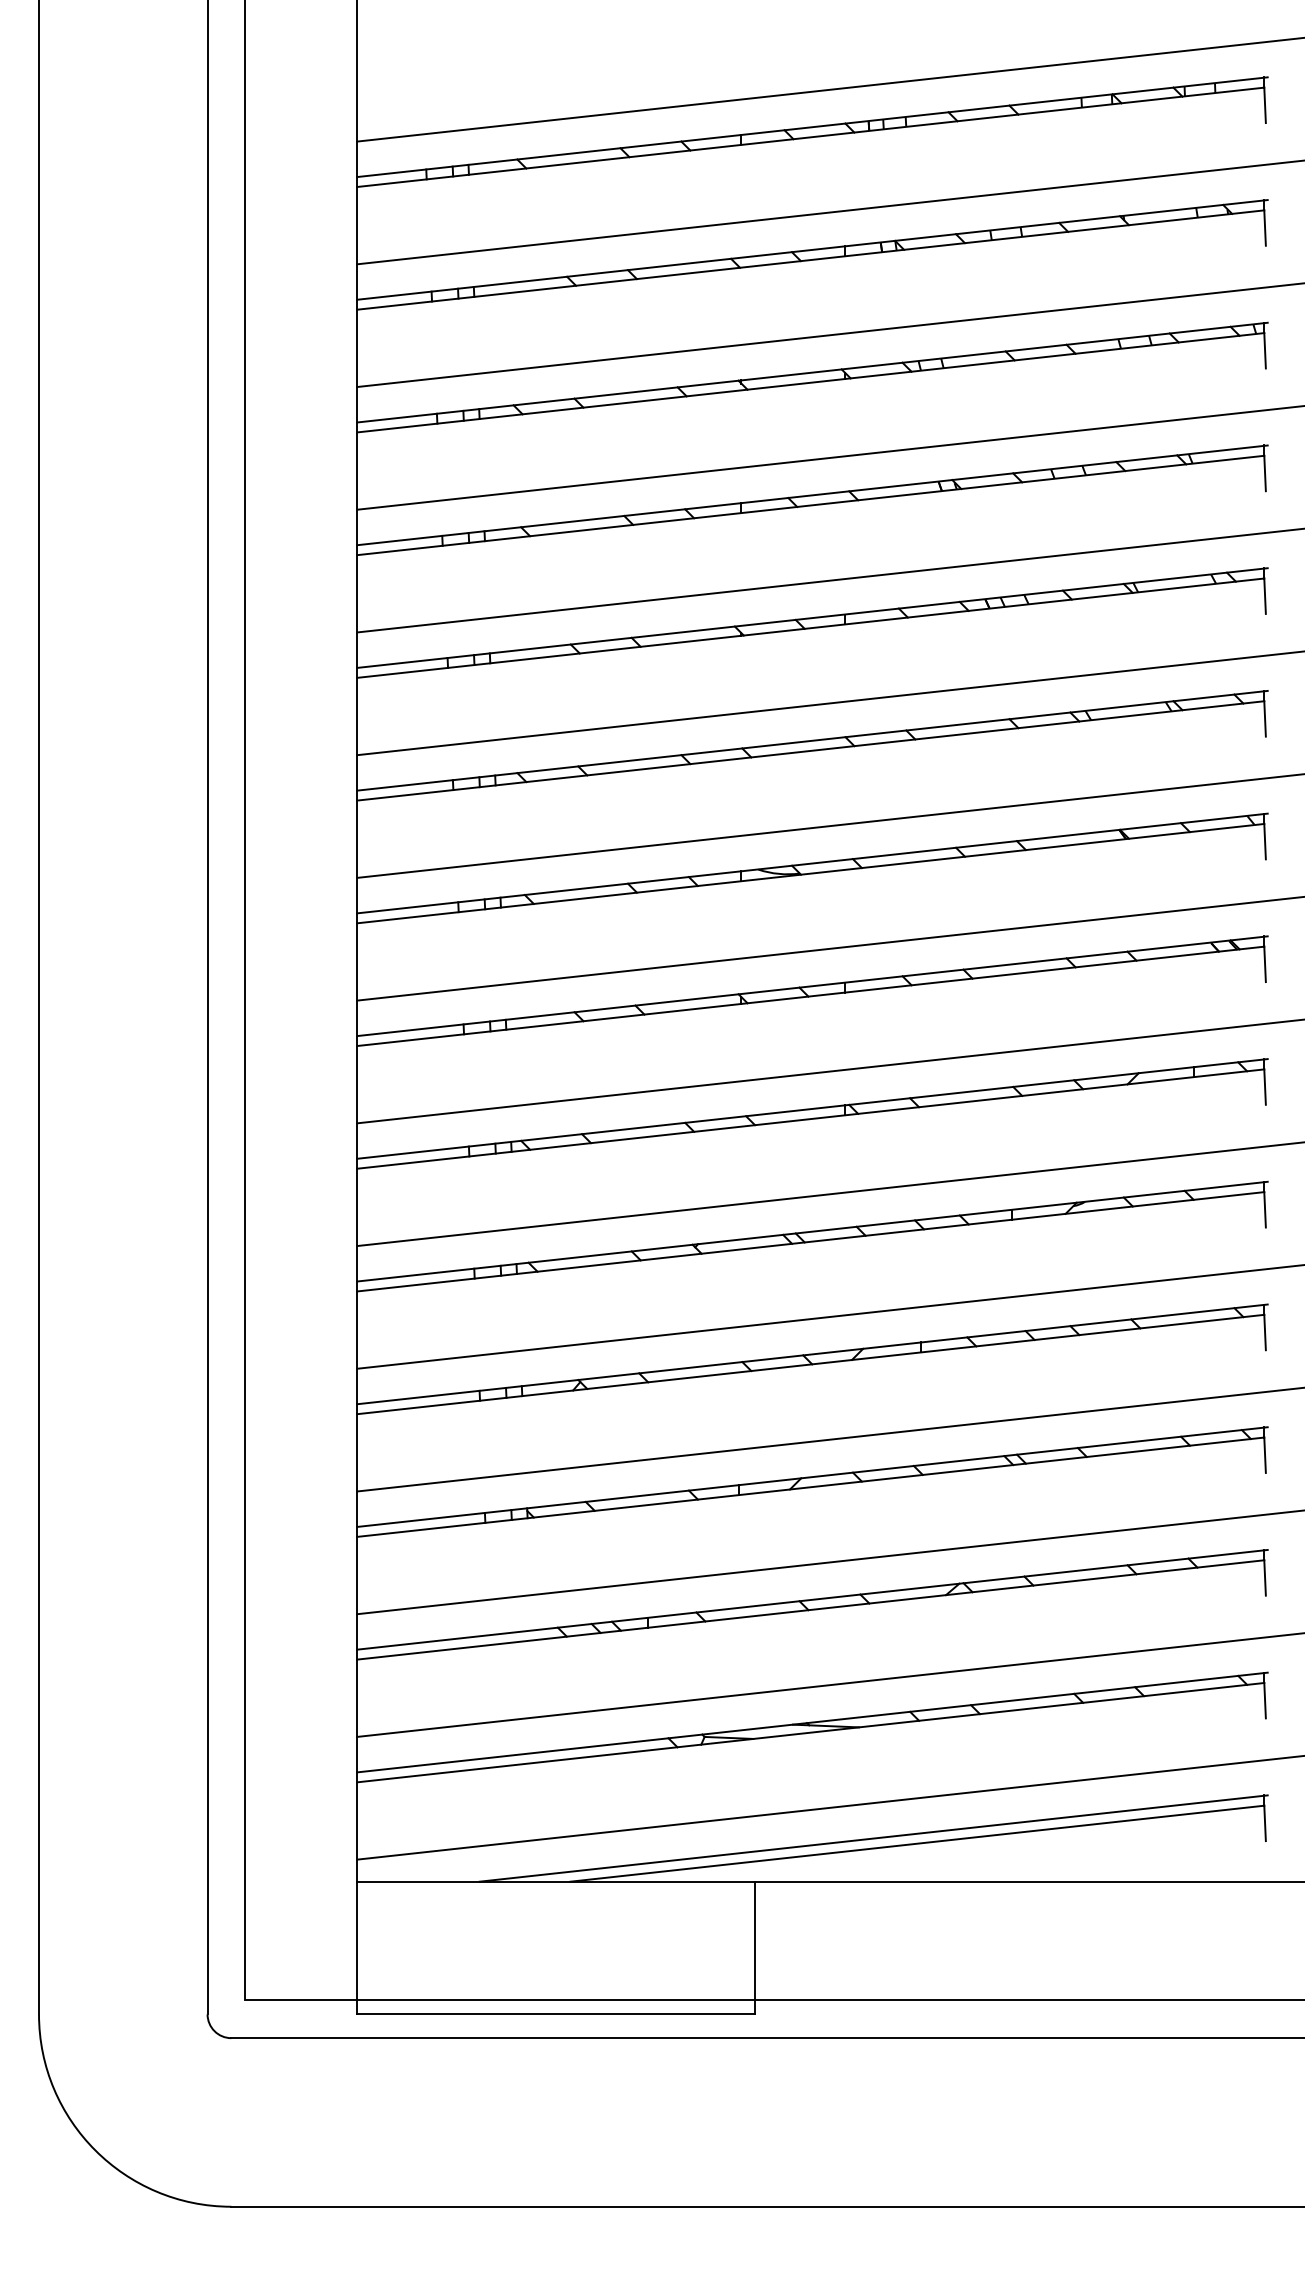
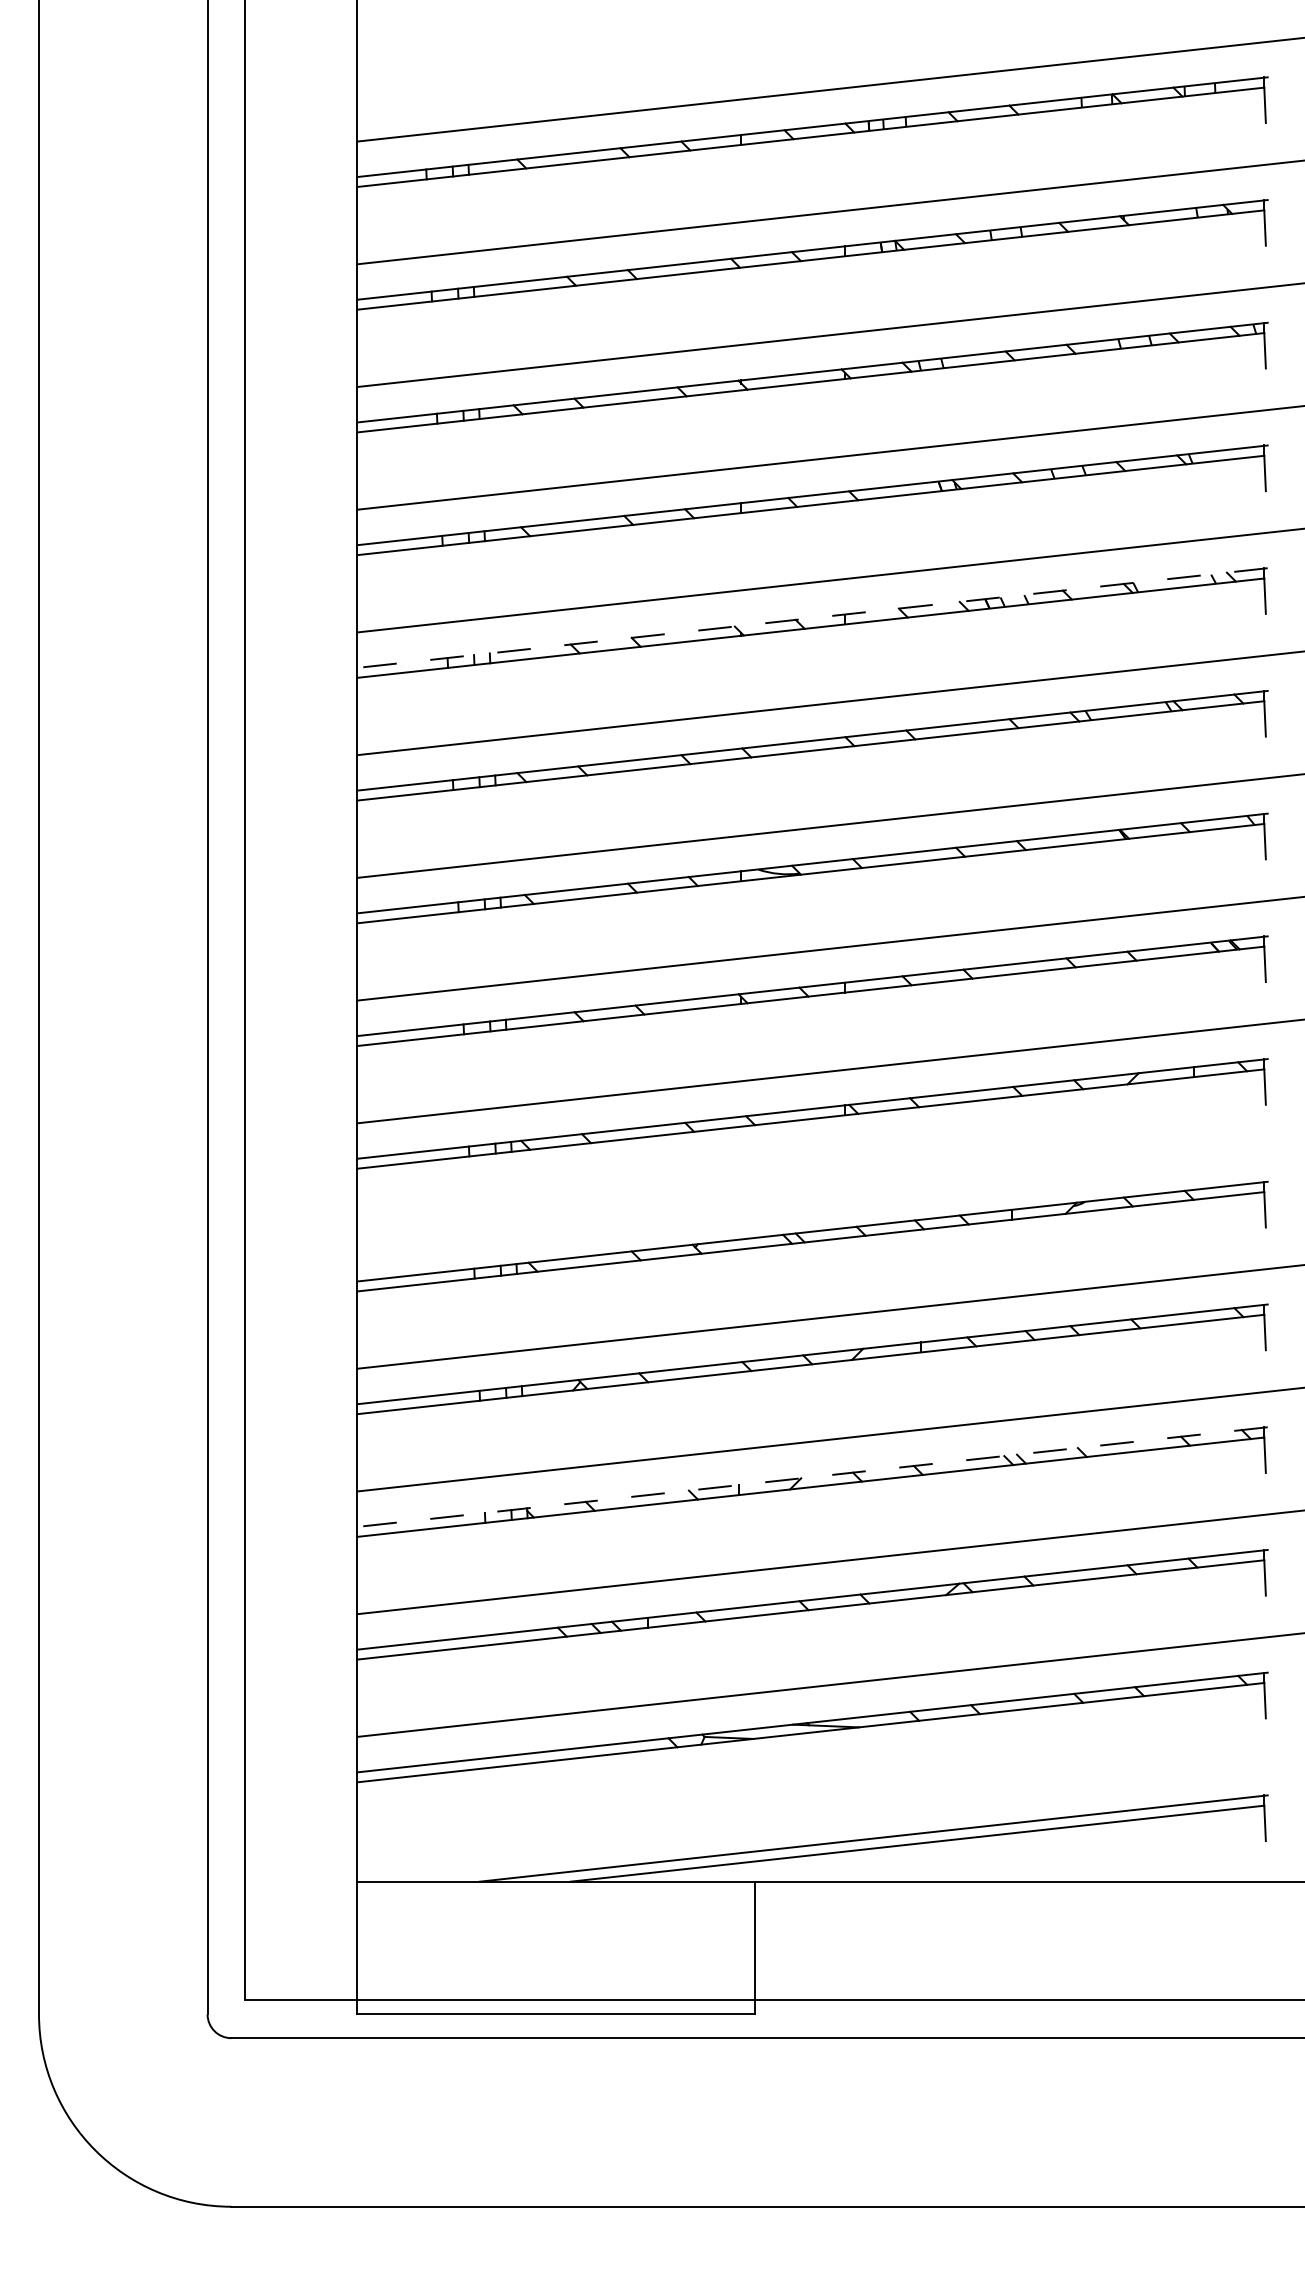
line at (812, 618): solid -> dashed
line at (829, 1194): present -> none
line at (812, 1477): solid -> dashed
line at (829, 1807): present -> none
